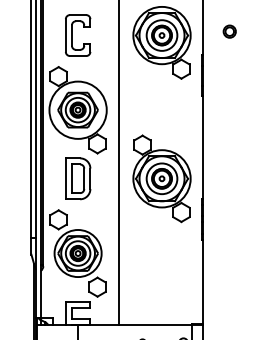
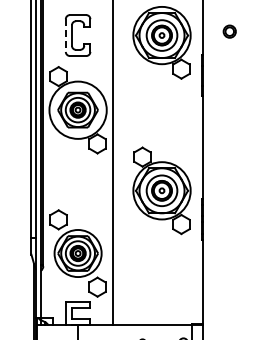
line at (65, 36): solid -> dashed
line at (119, 163) position: (119, 163) -> (113, 163)
part at (78, 178): present -> none
part at (161, 178) position: (161, 178) -> (161, 190)
